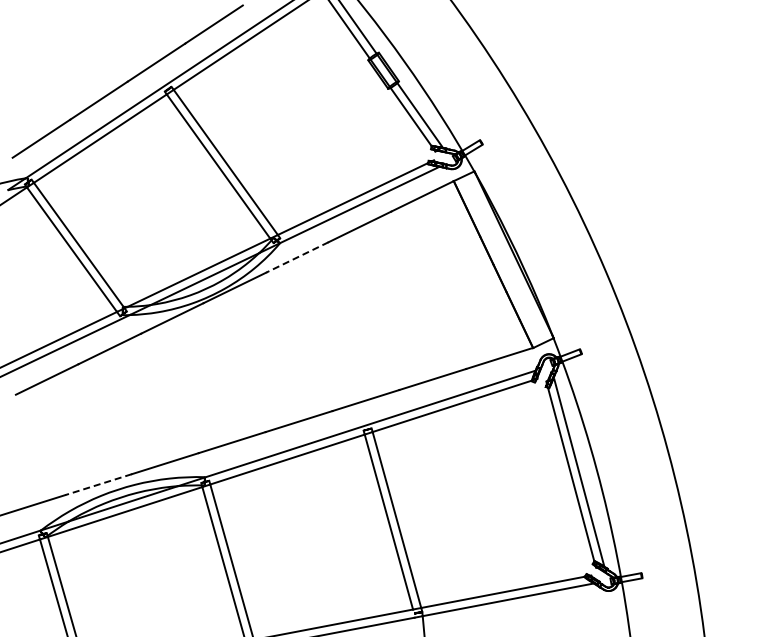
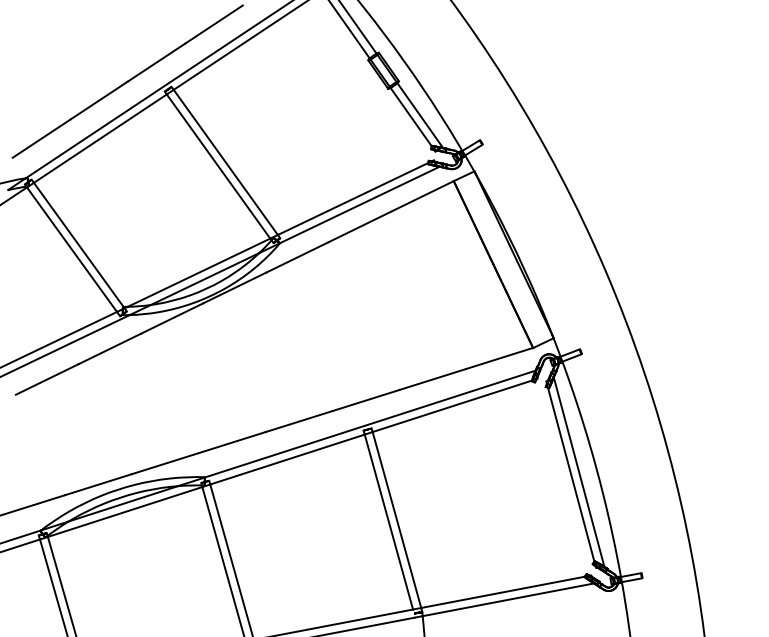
line at (297, 257): dashed -> solid
line at (98, 484): dashed -> solid
